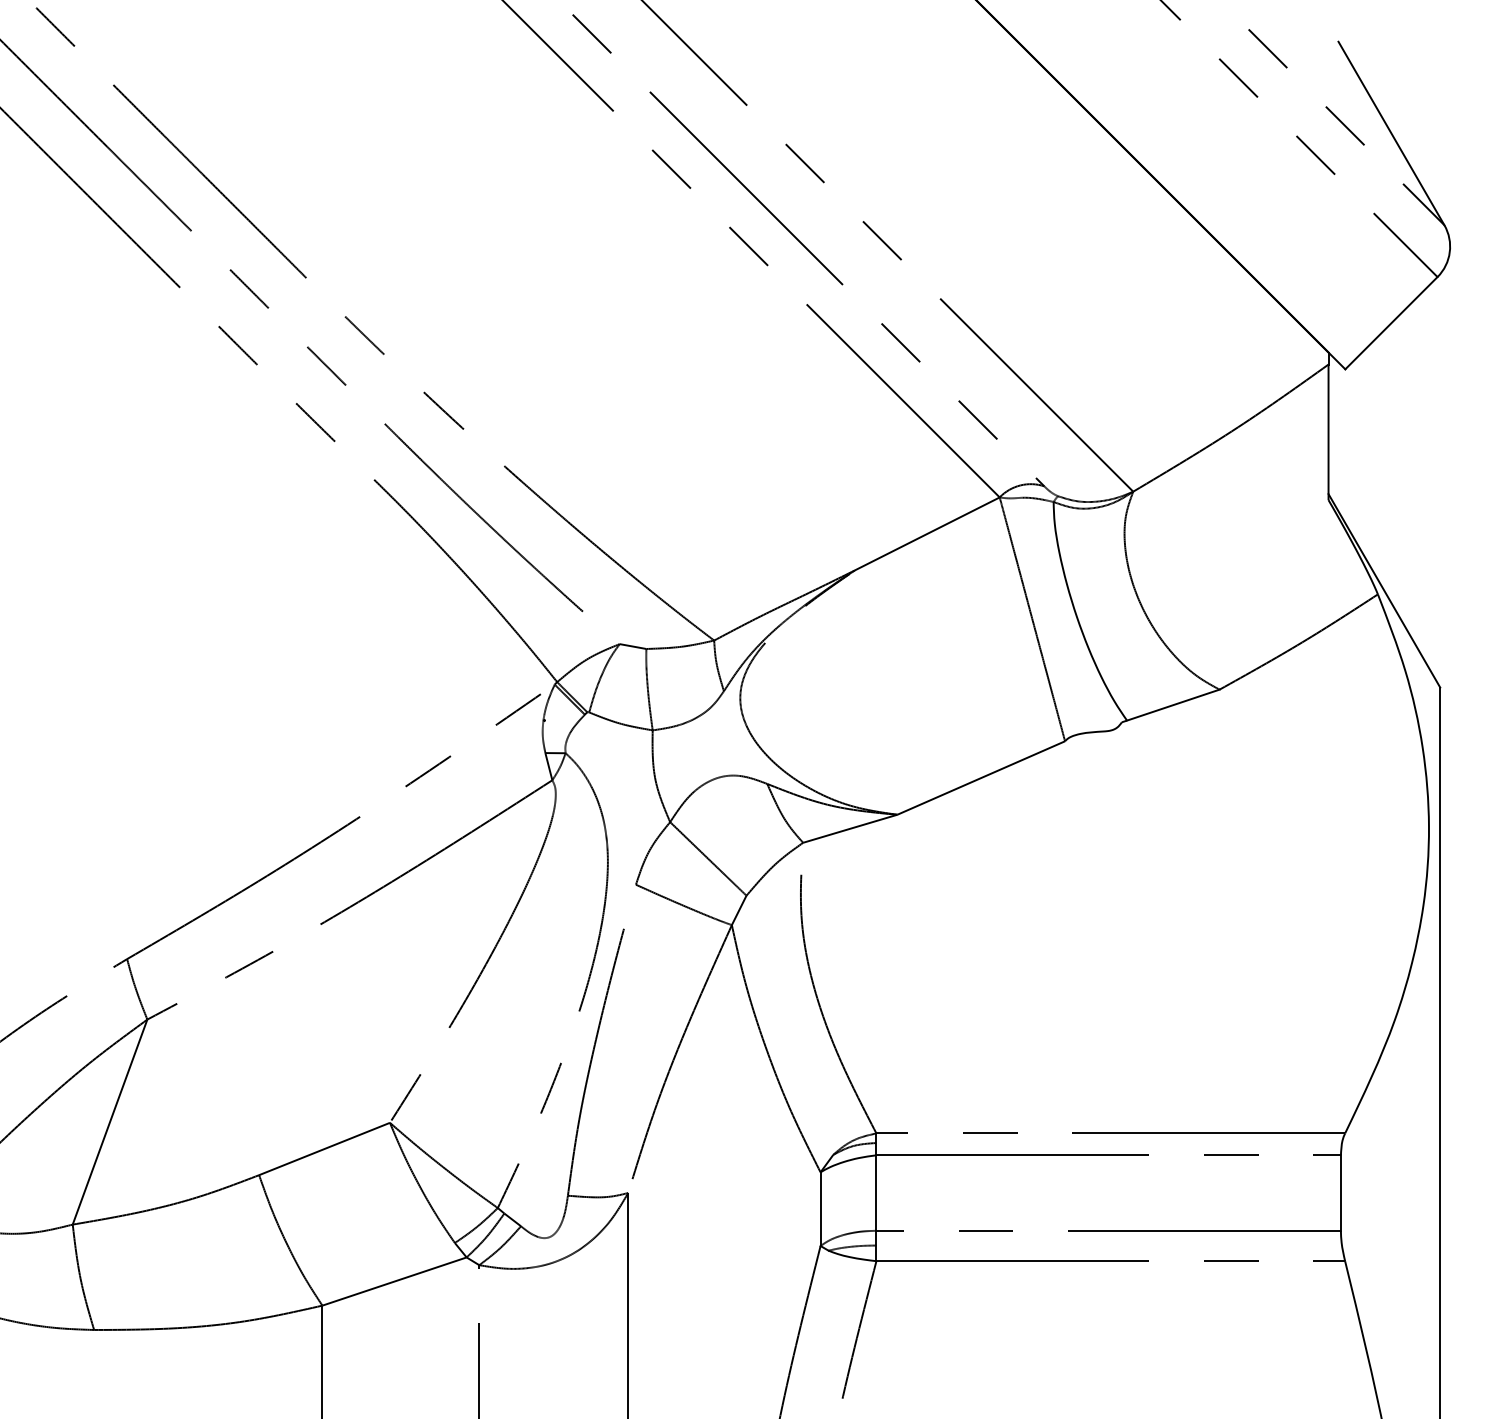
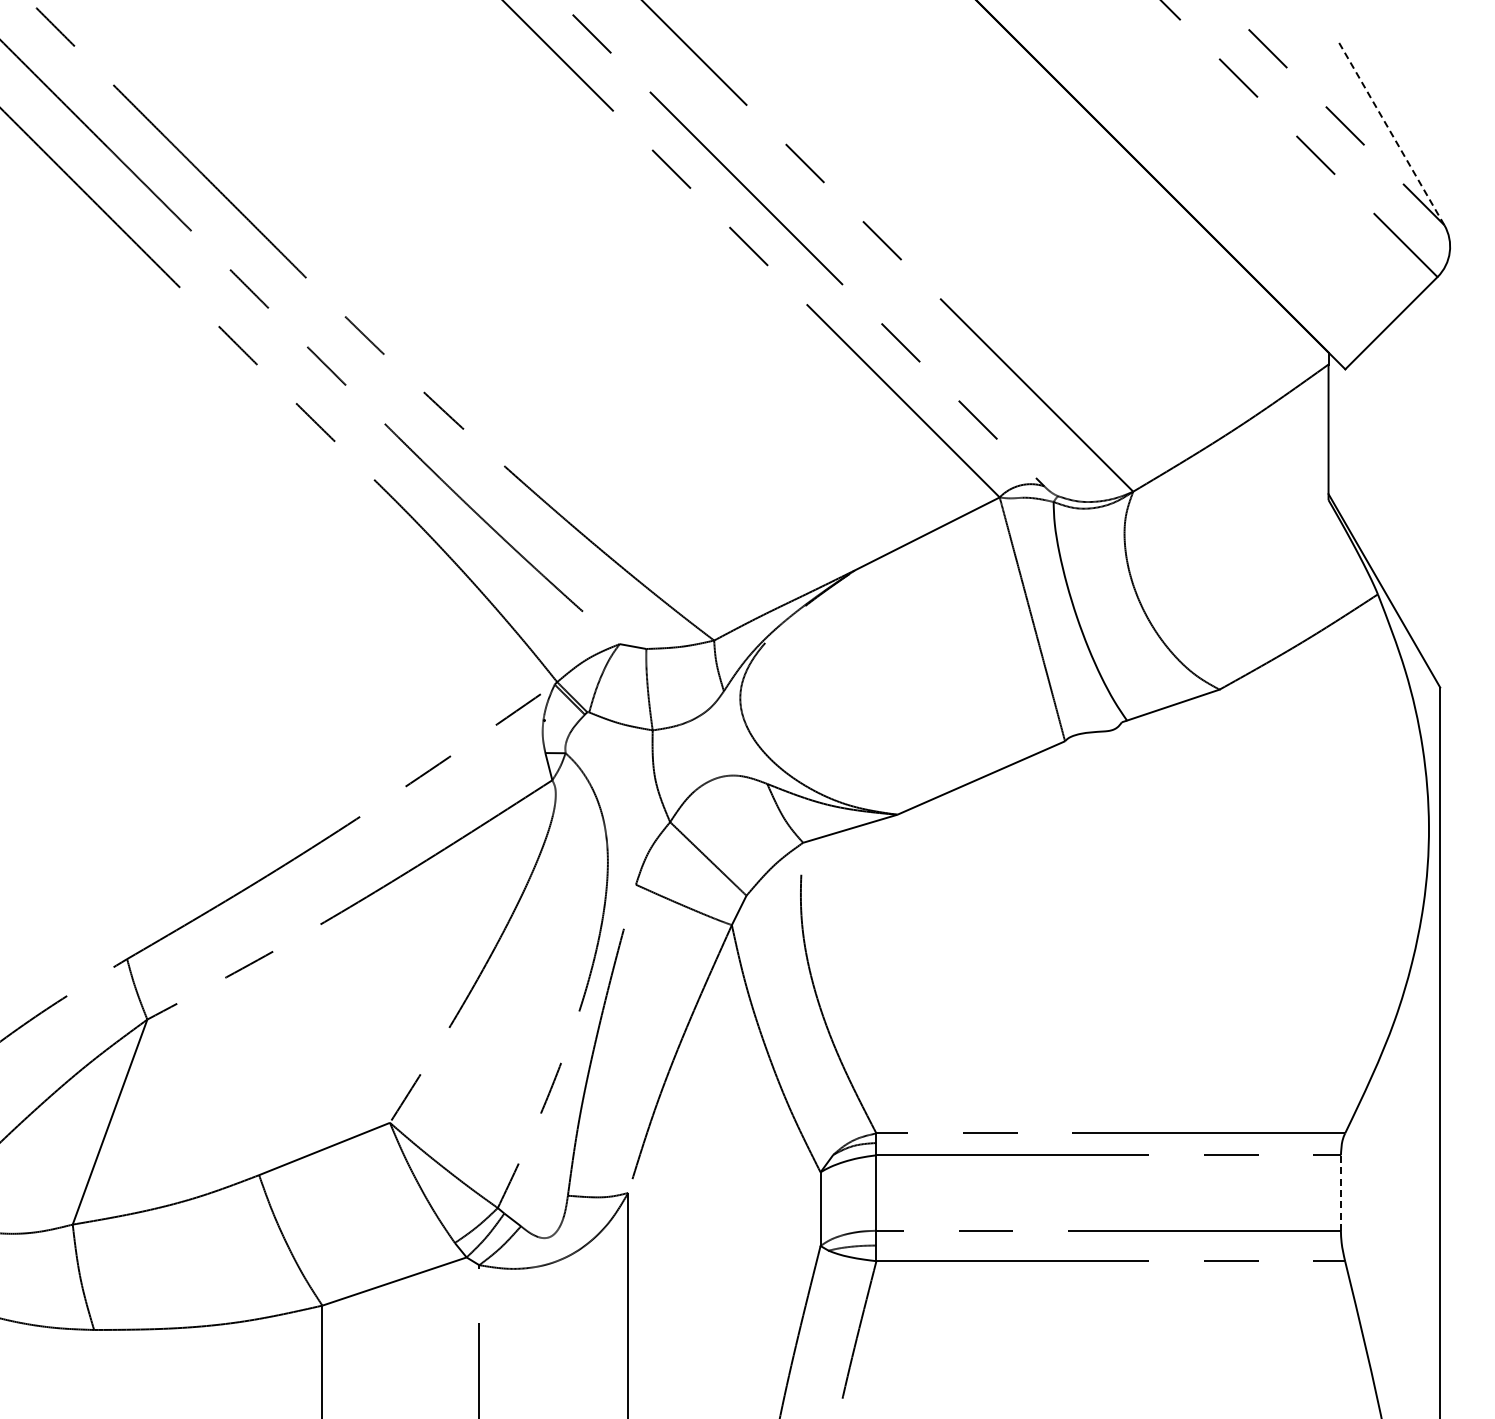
line at (1391, 133): solid -> dashed
line at (1340, 1193): solid -> dashed
